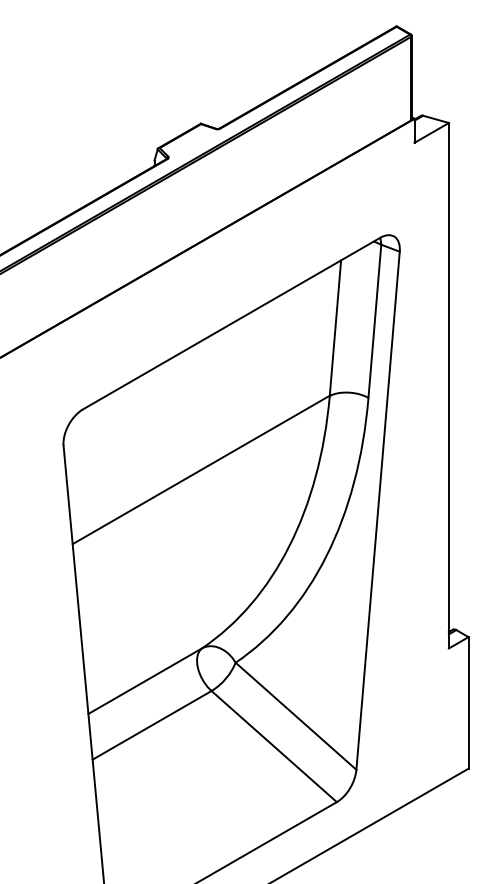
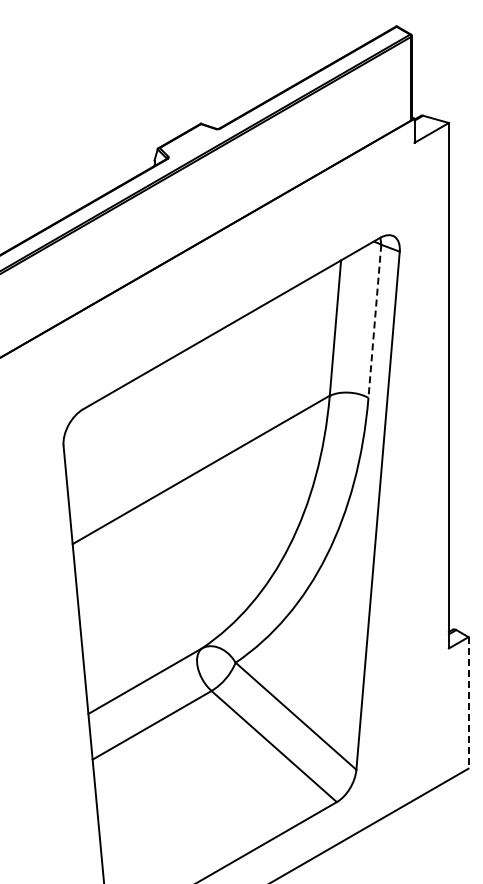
line at (374, 321): solid -> dashed
line at (468, 702): solid -> dashed
